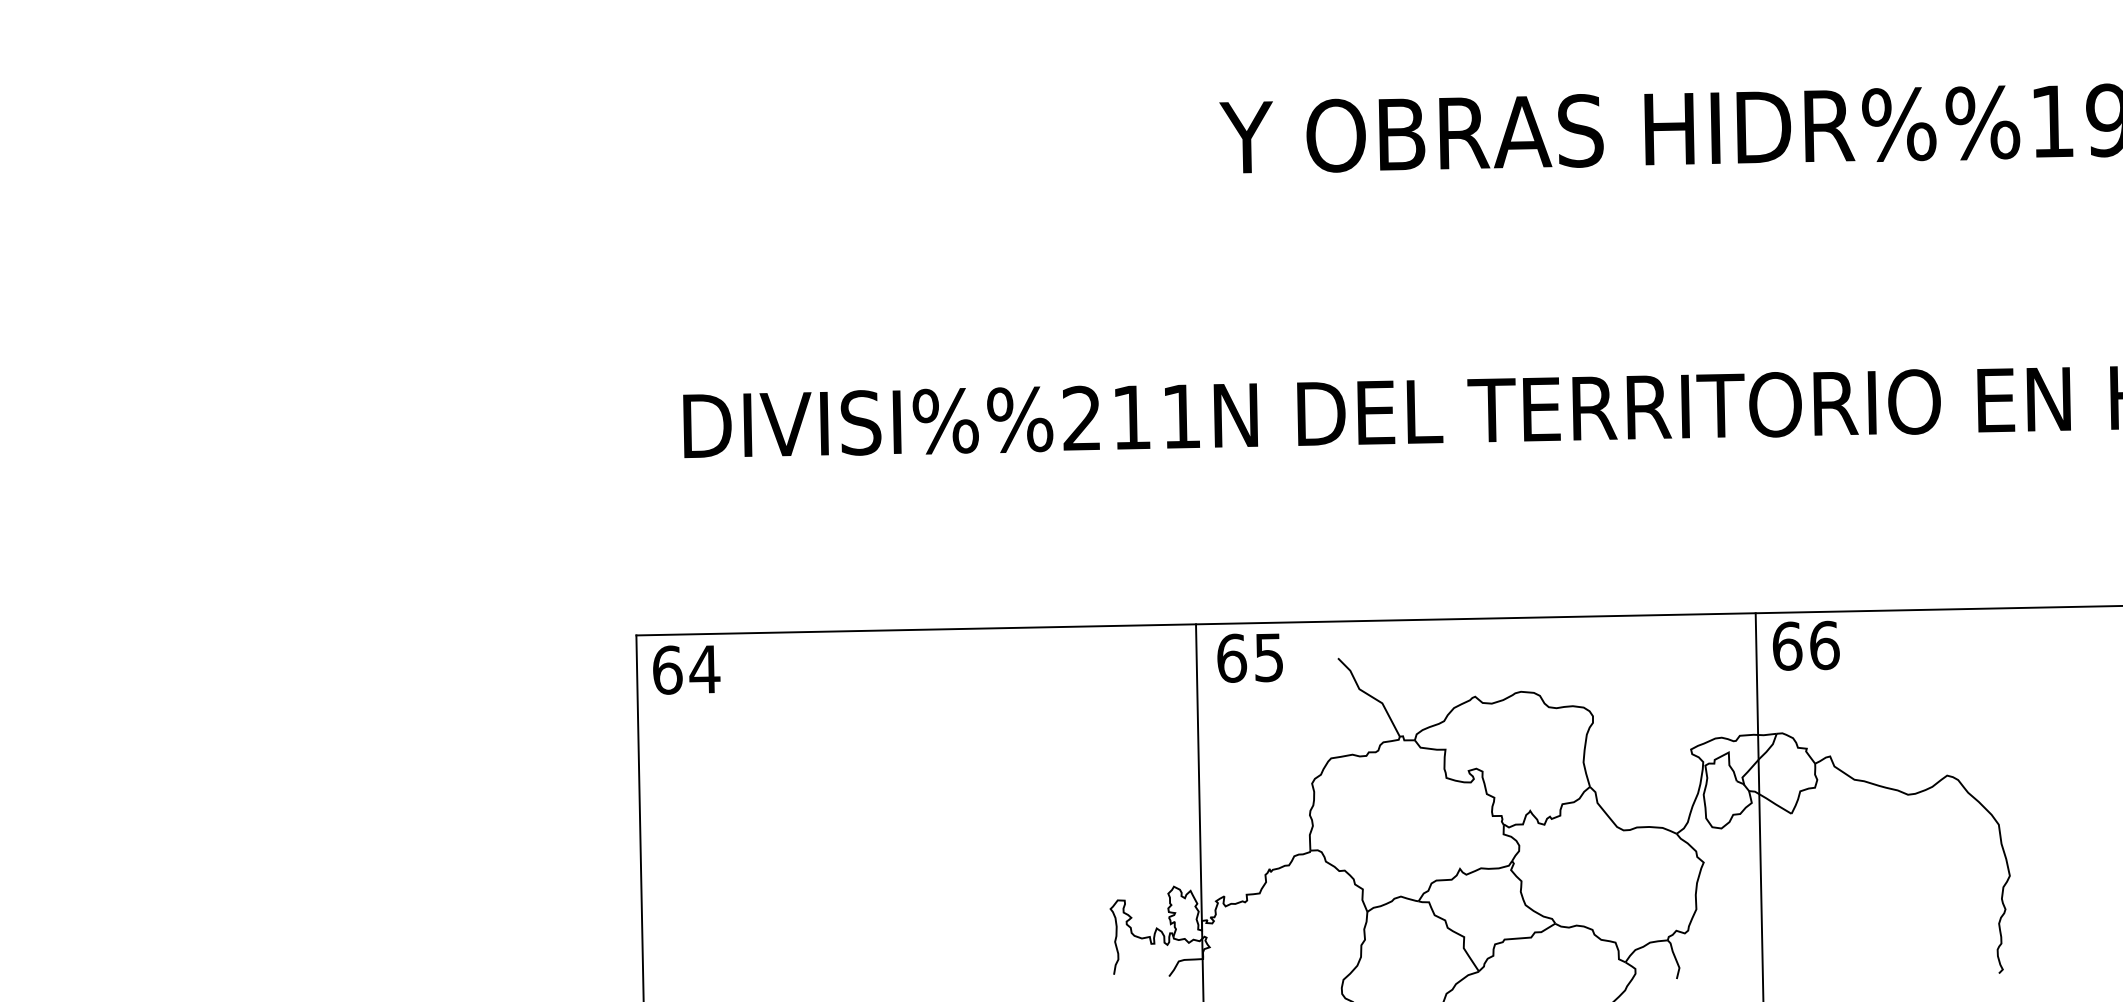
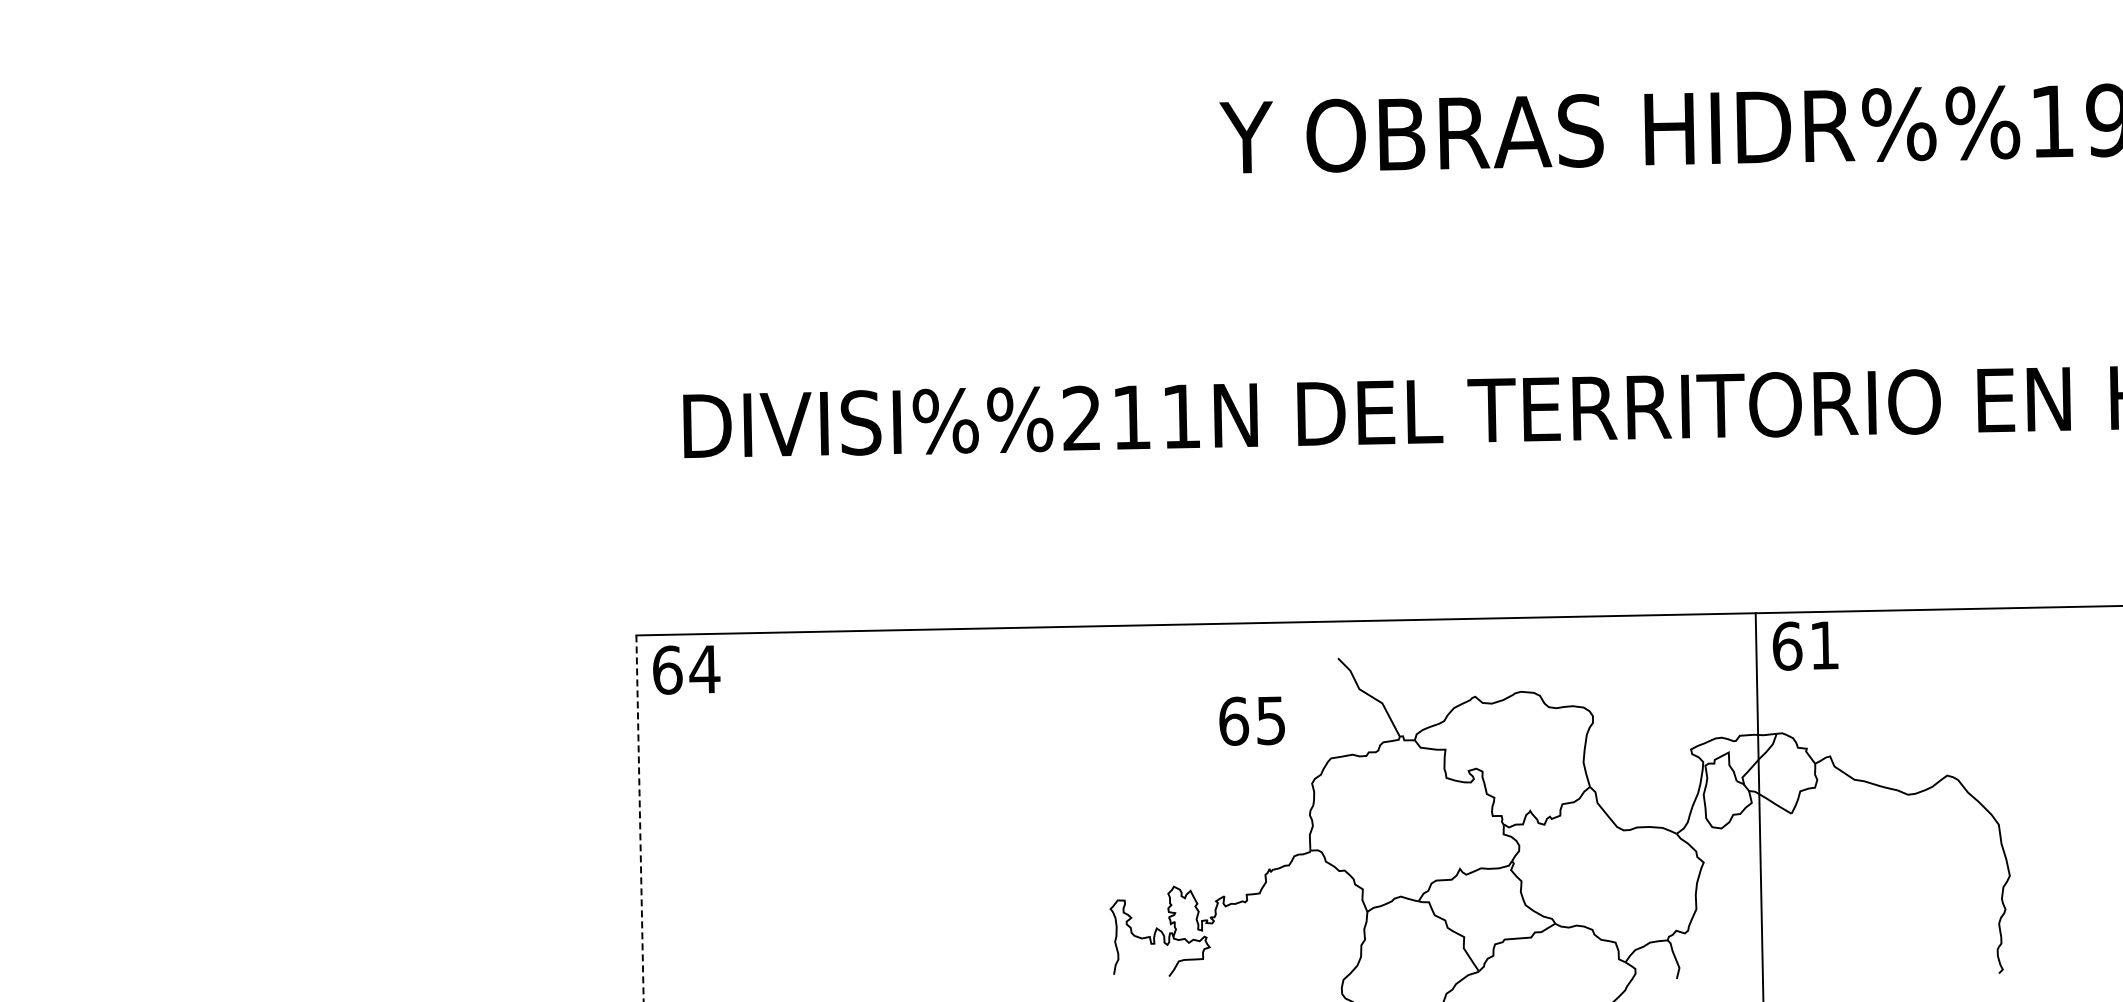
text at (1824, 645): 66 -> 61
text at (1249, 657) position: (1249, 657) -> (1251, 720)
line at (1199, 811): present -> none
line at (640, 818): solid -> dashed
